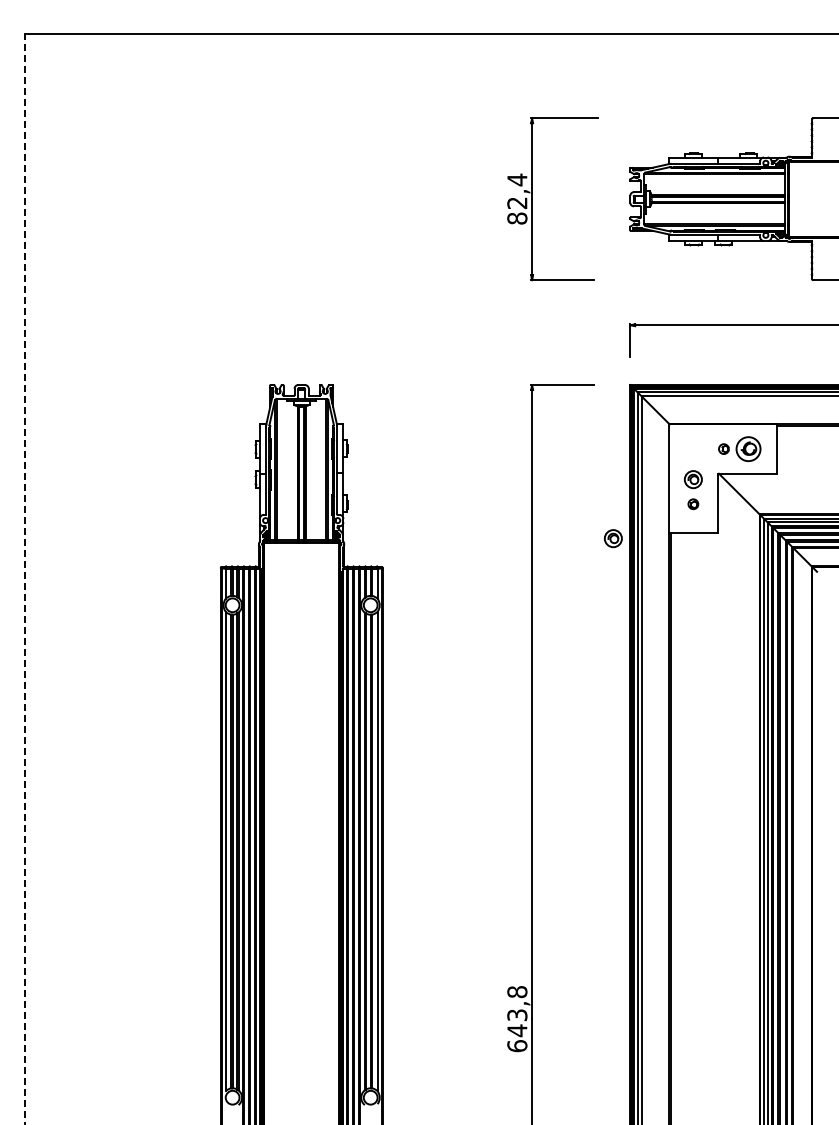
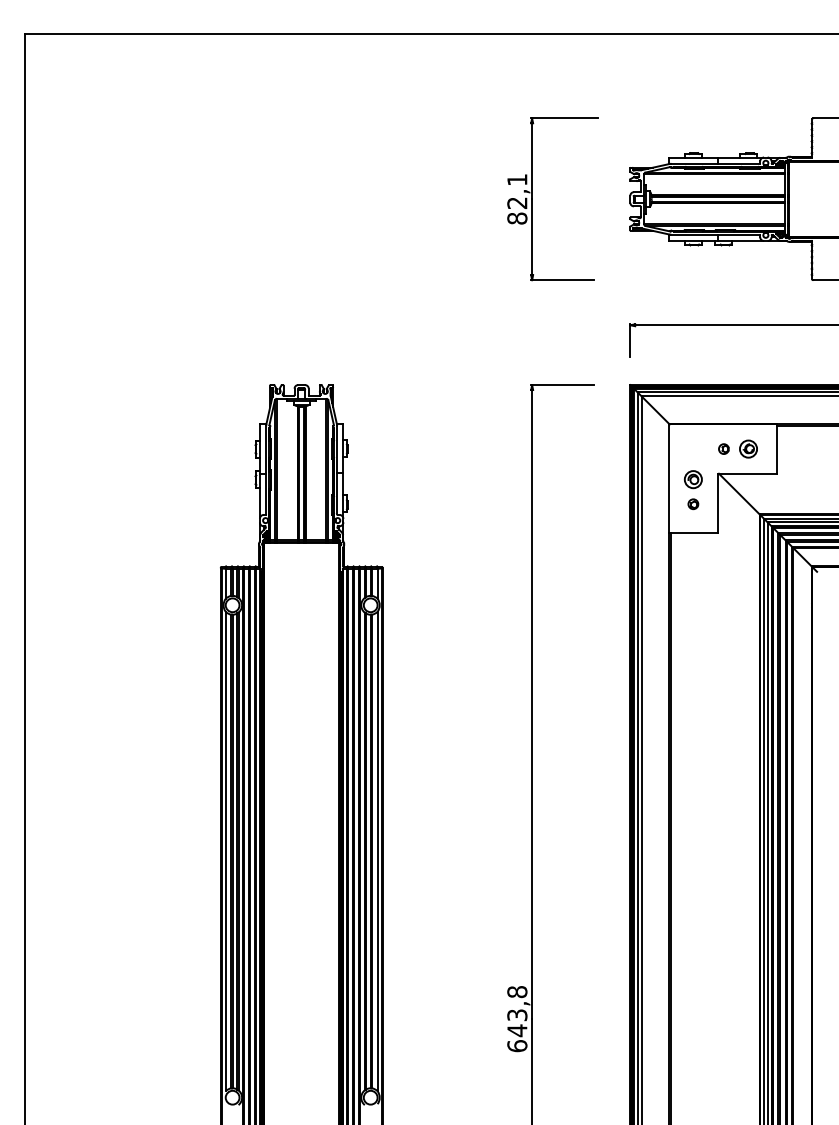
text at (517, 179): 82,4 -> 82,1
part at (748, 448) size: 27x26 px -> 19x20 px
part at (612, 538): present -> none
line at (25, 578): dashed -> solid
